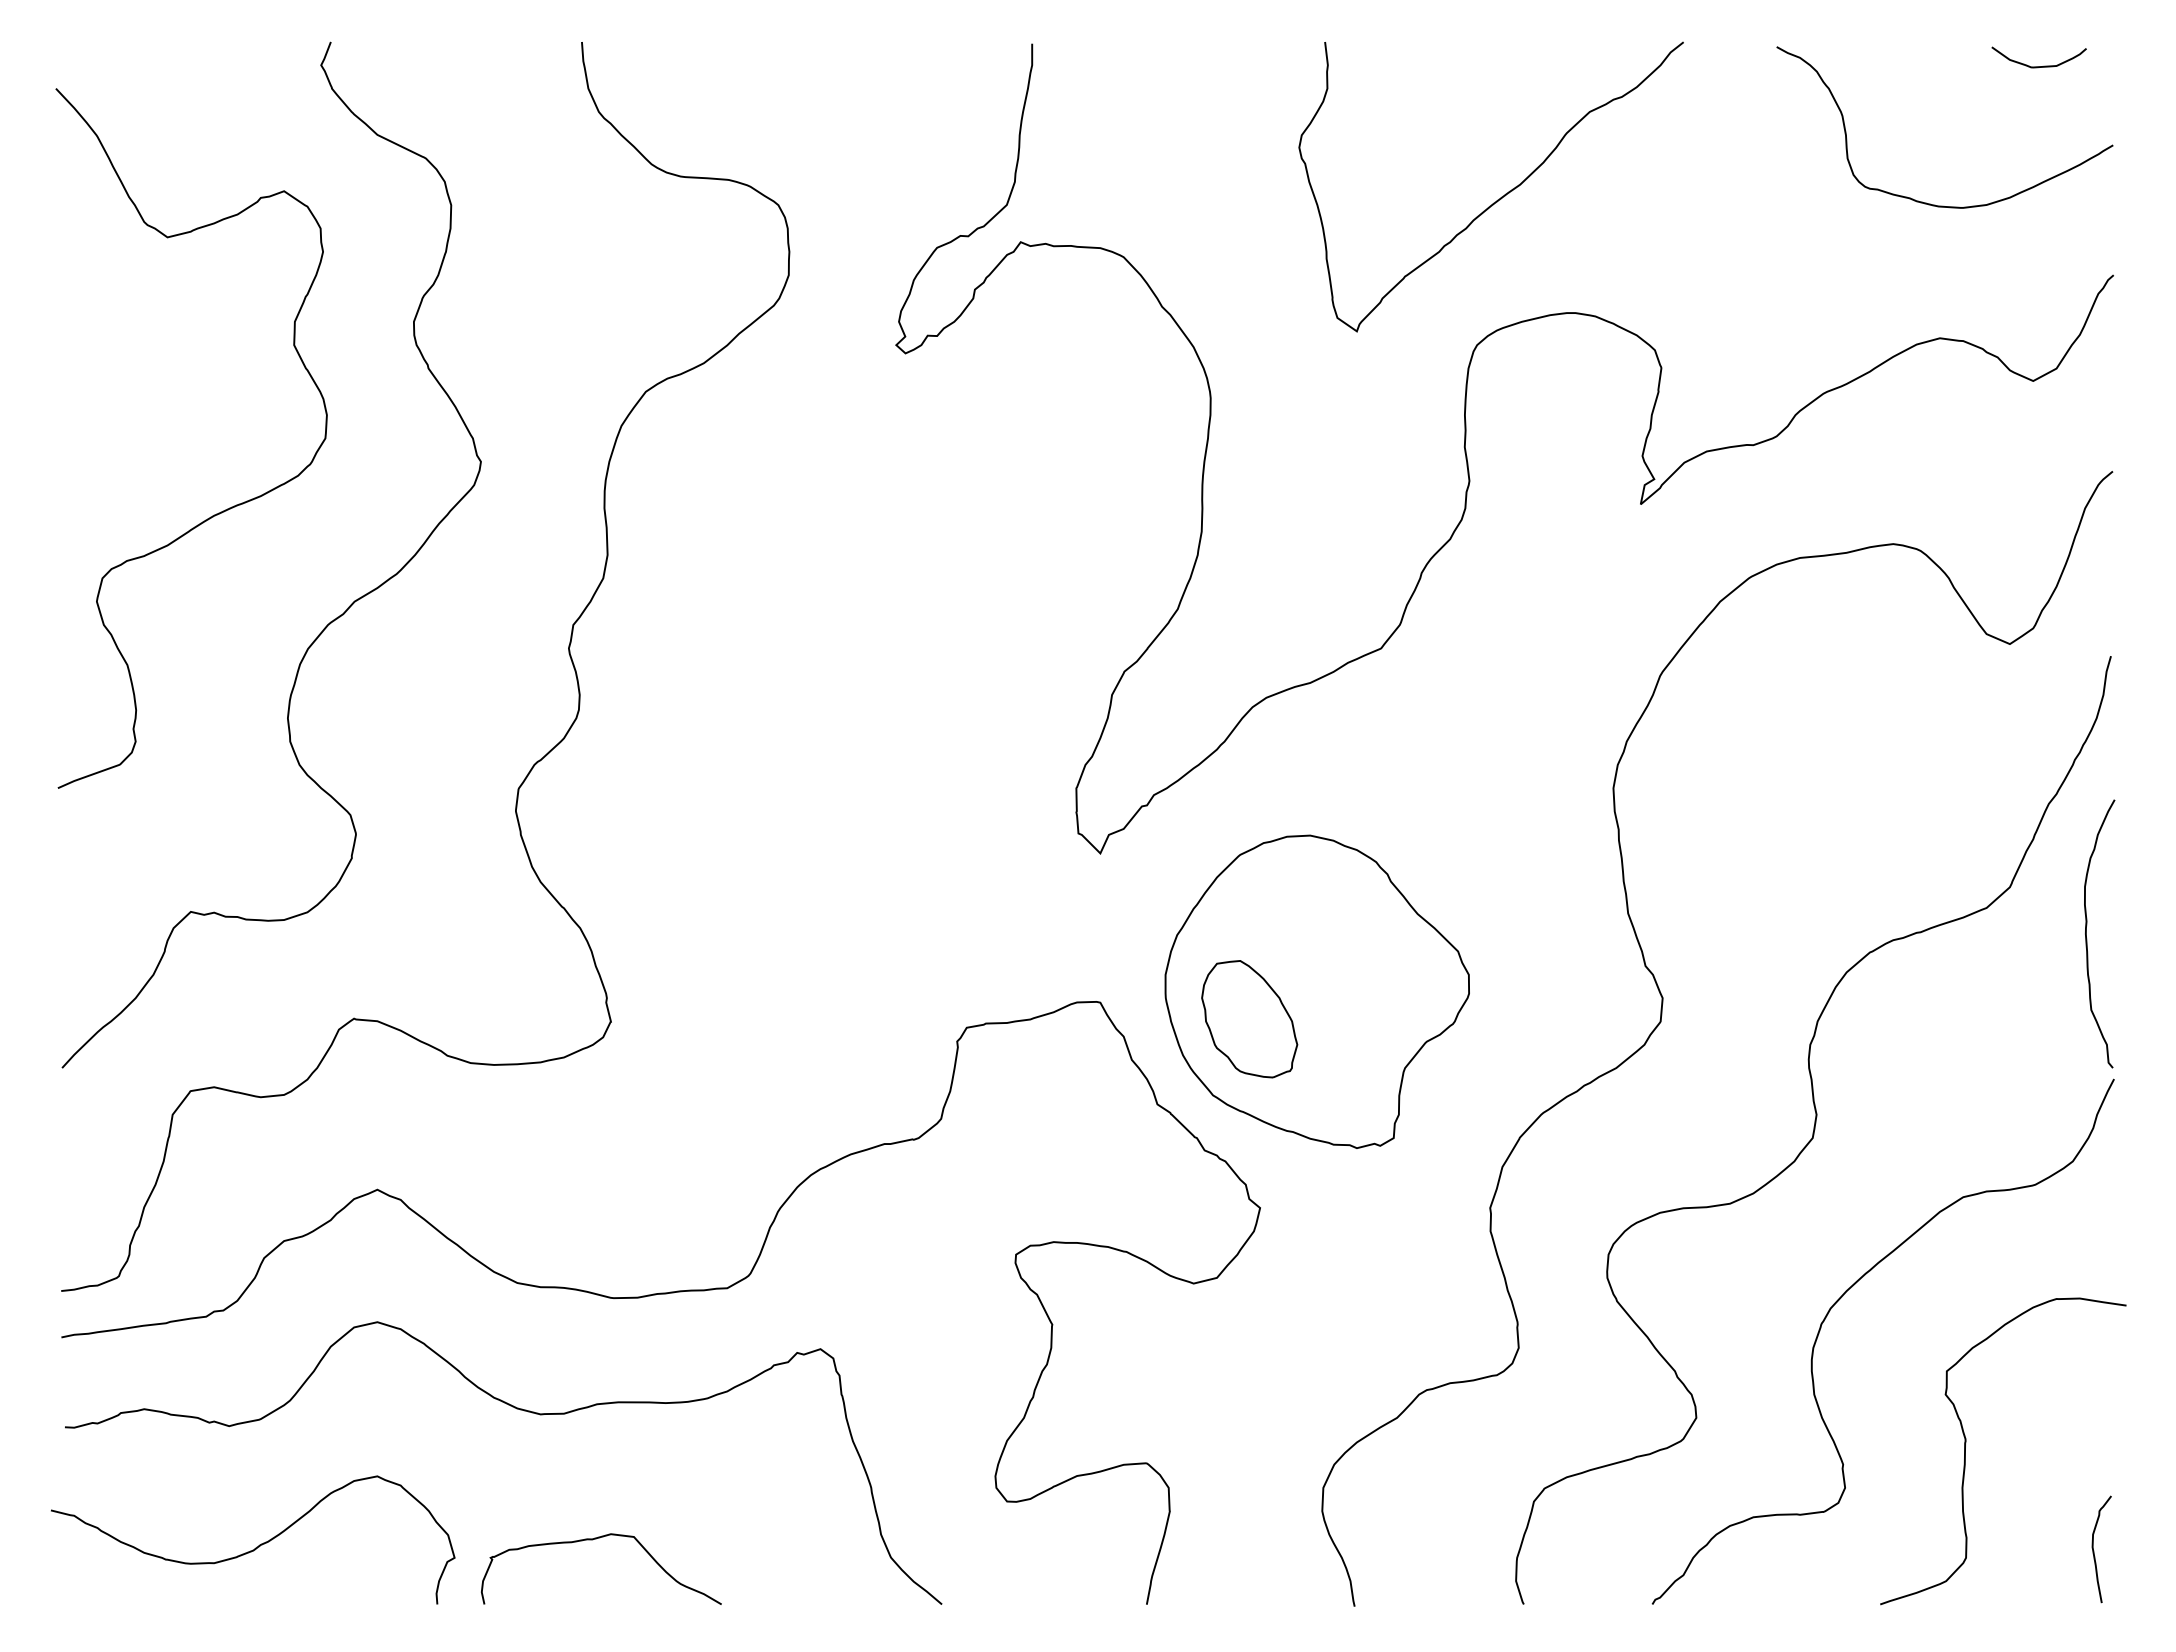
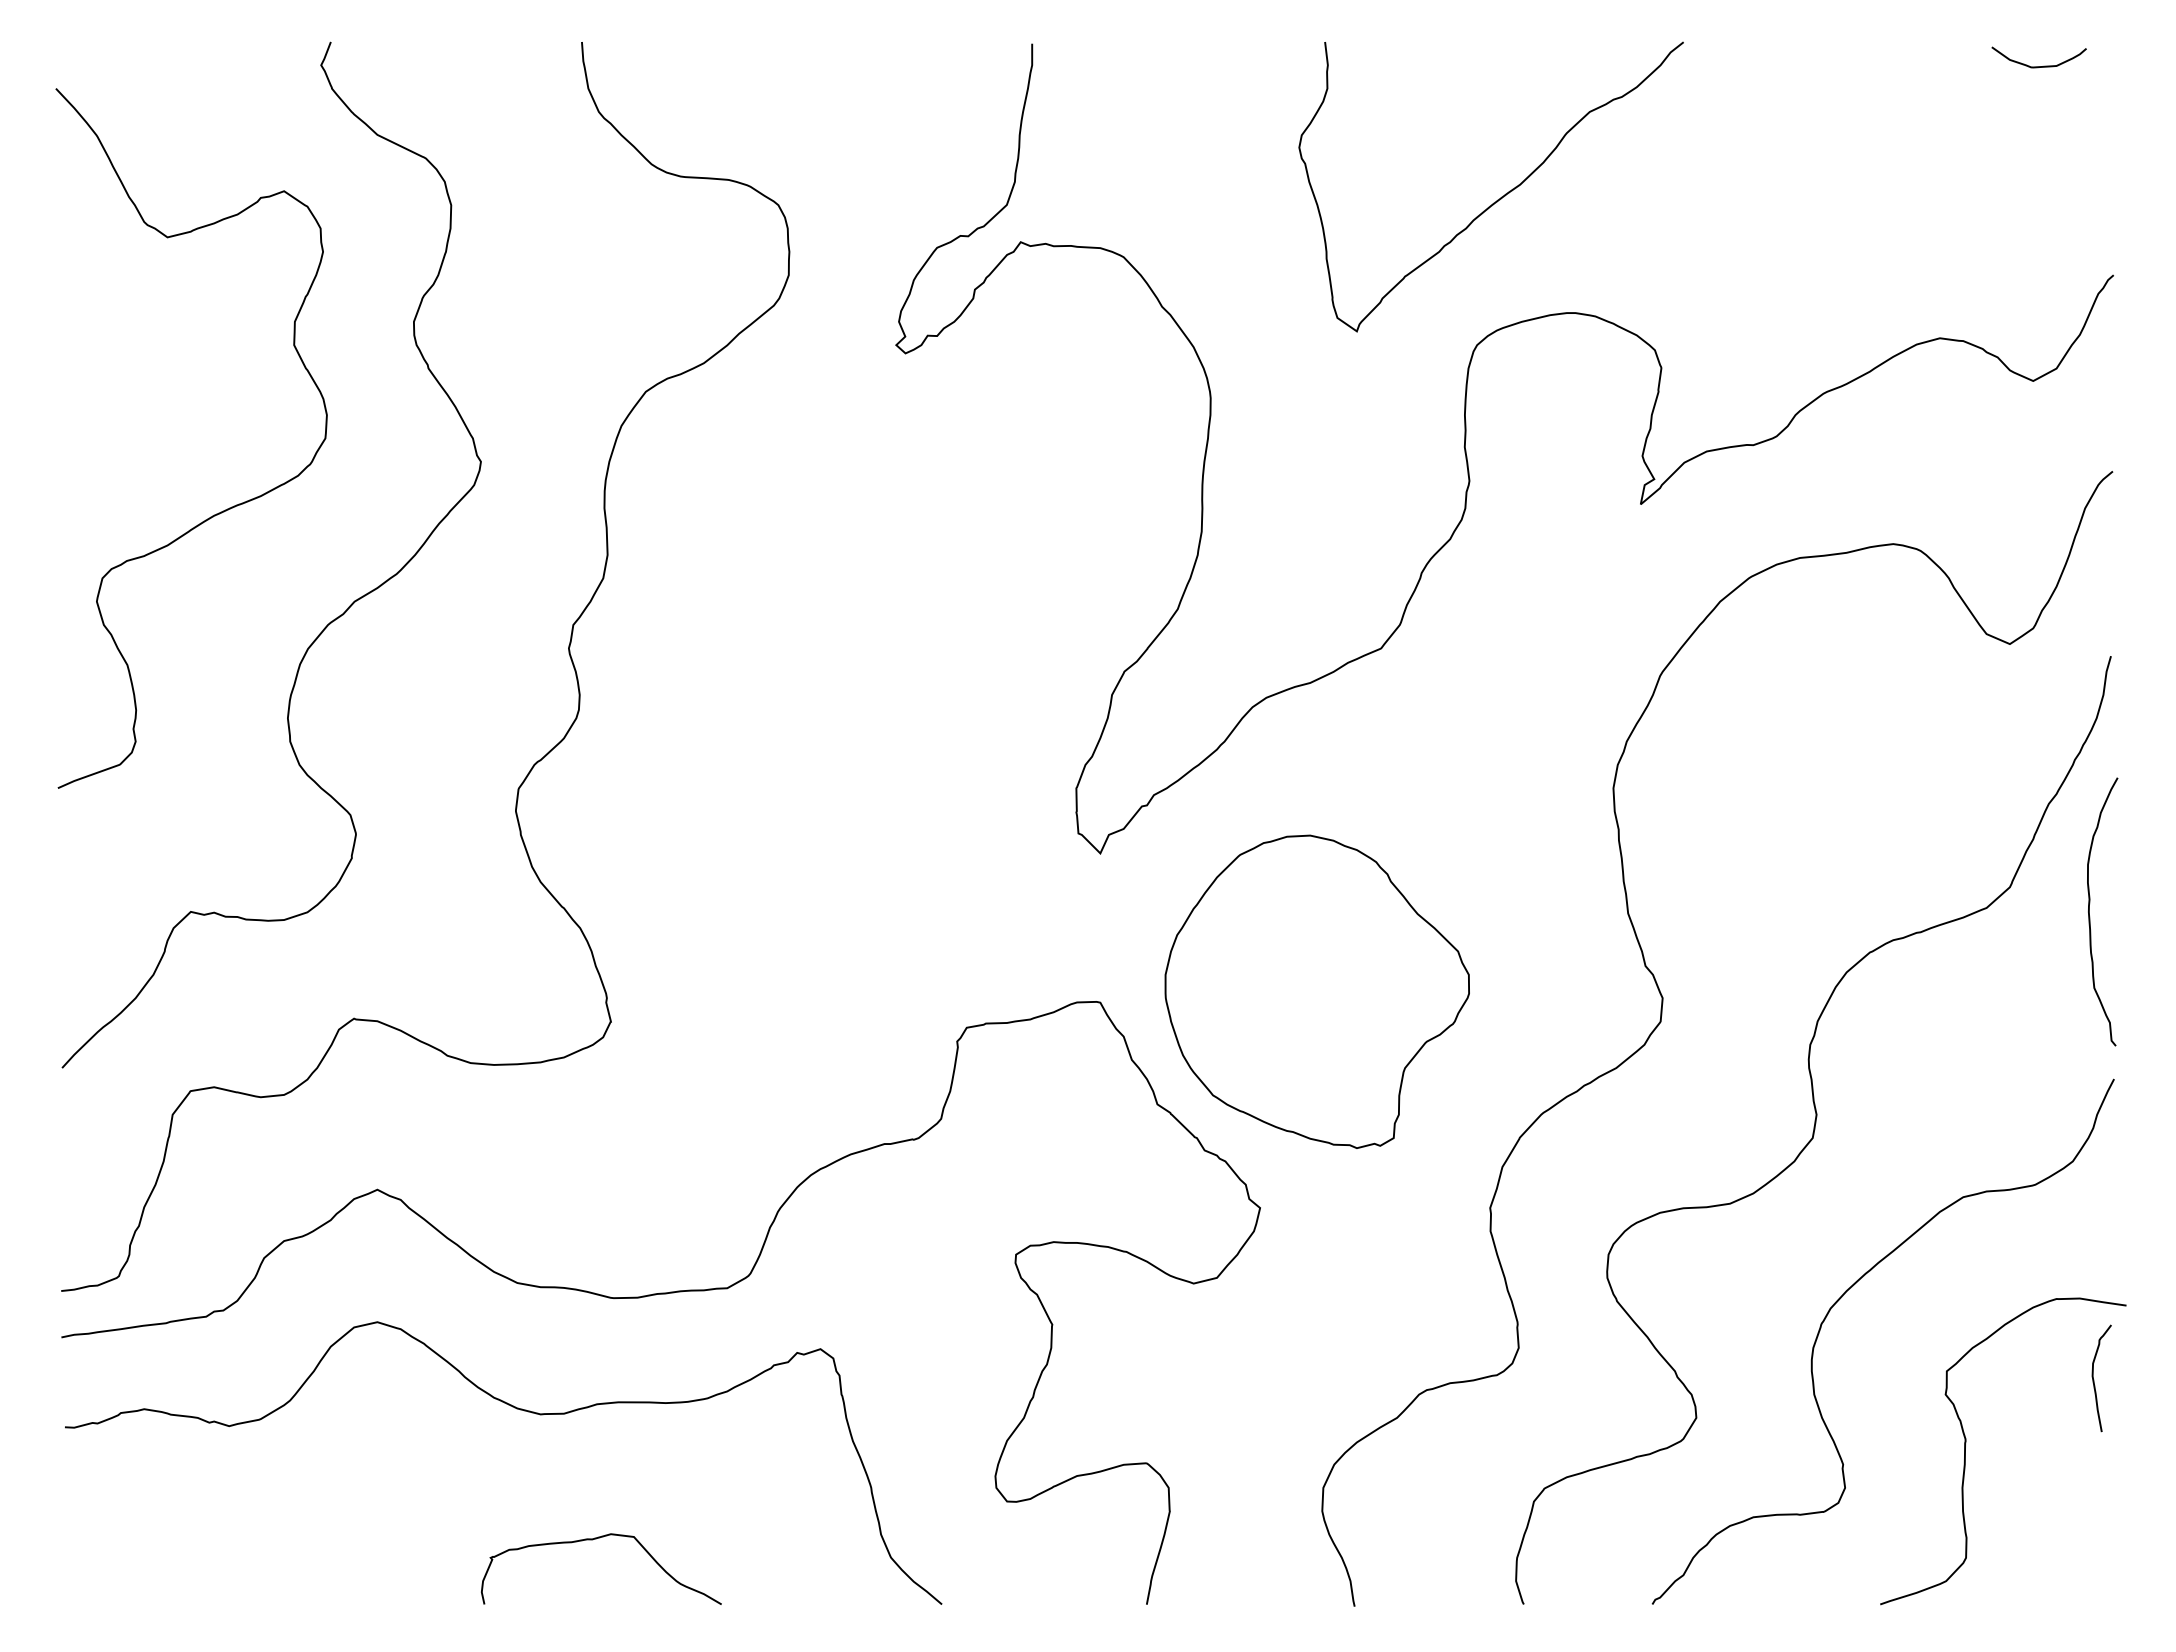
curve at (1926, 202): present -> none
curve at (2086, 933) position: (2086, 933) -> (2089, 911)
part at (1249, 1019): present -> none
curve at (259, 1544): present -> none
curve at (2094, 1550) position: (2094, 1550) -> (2094, 1379)
